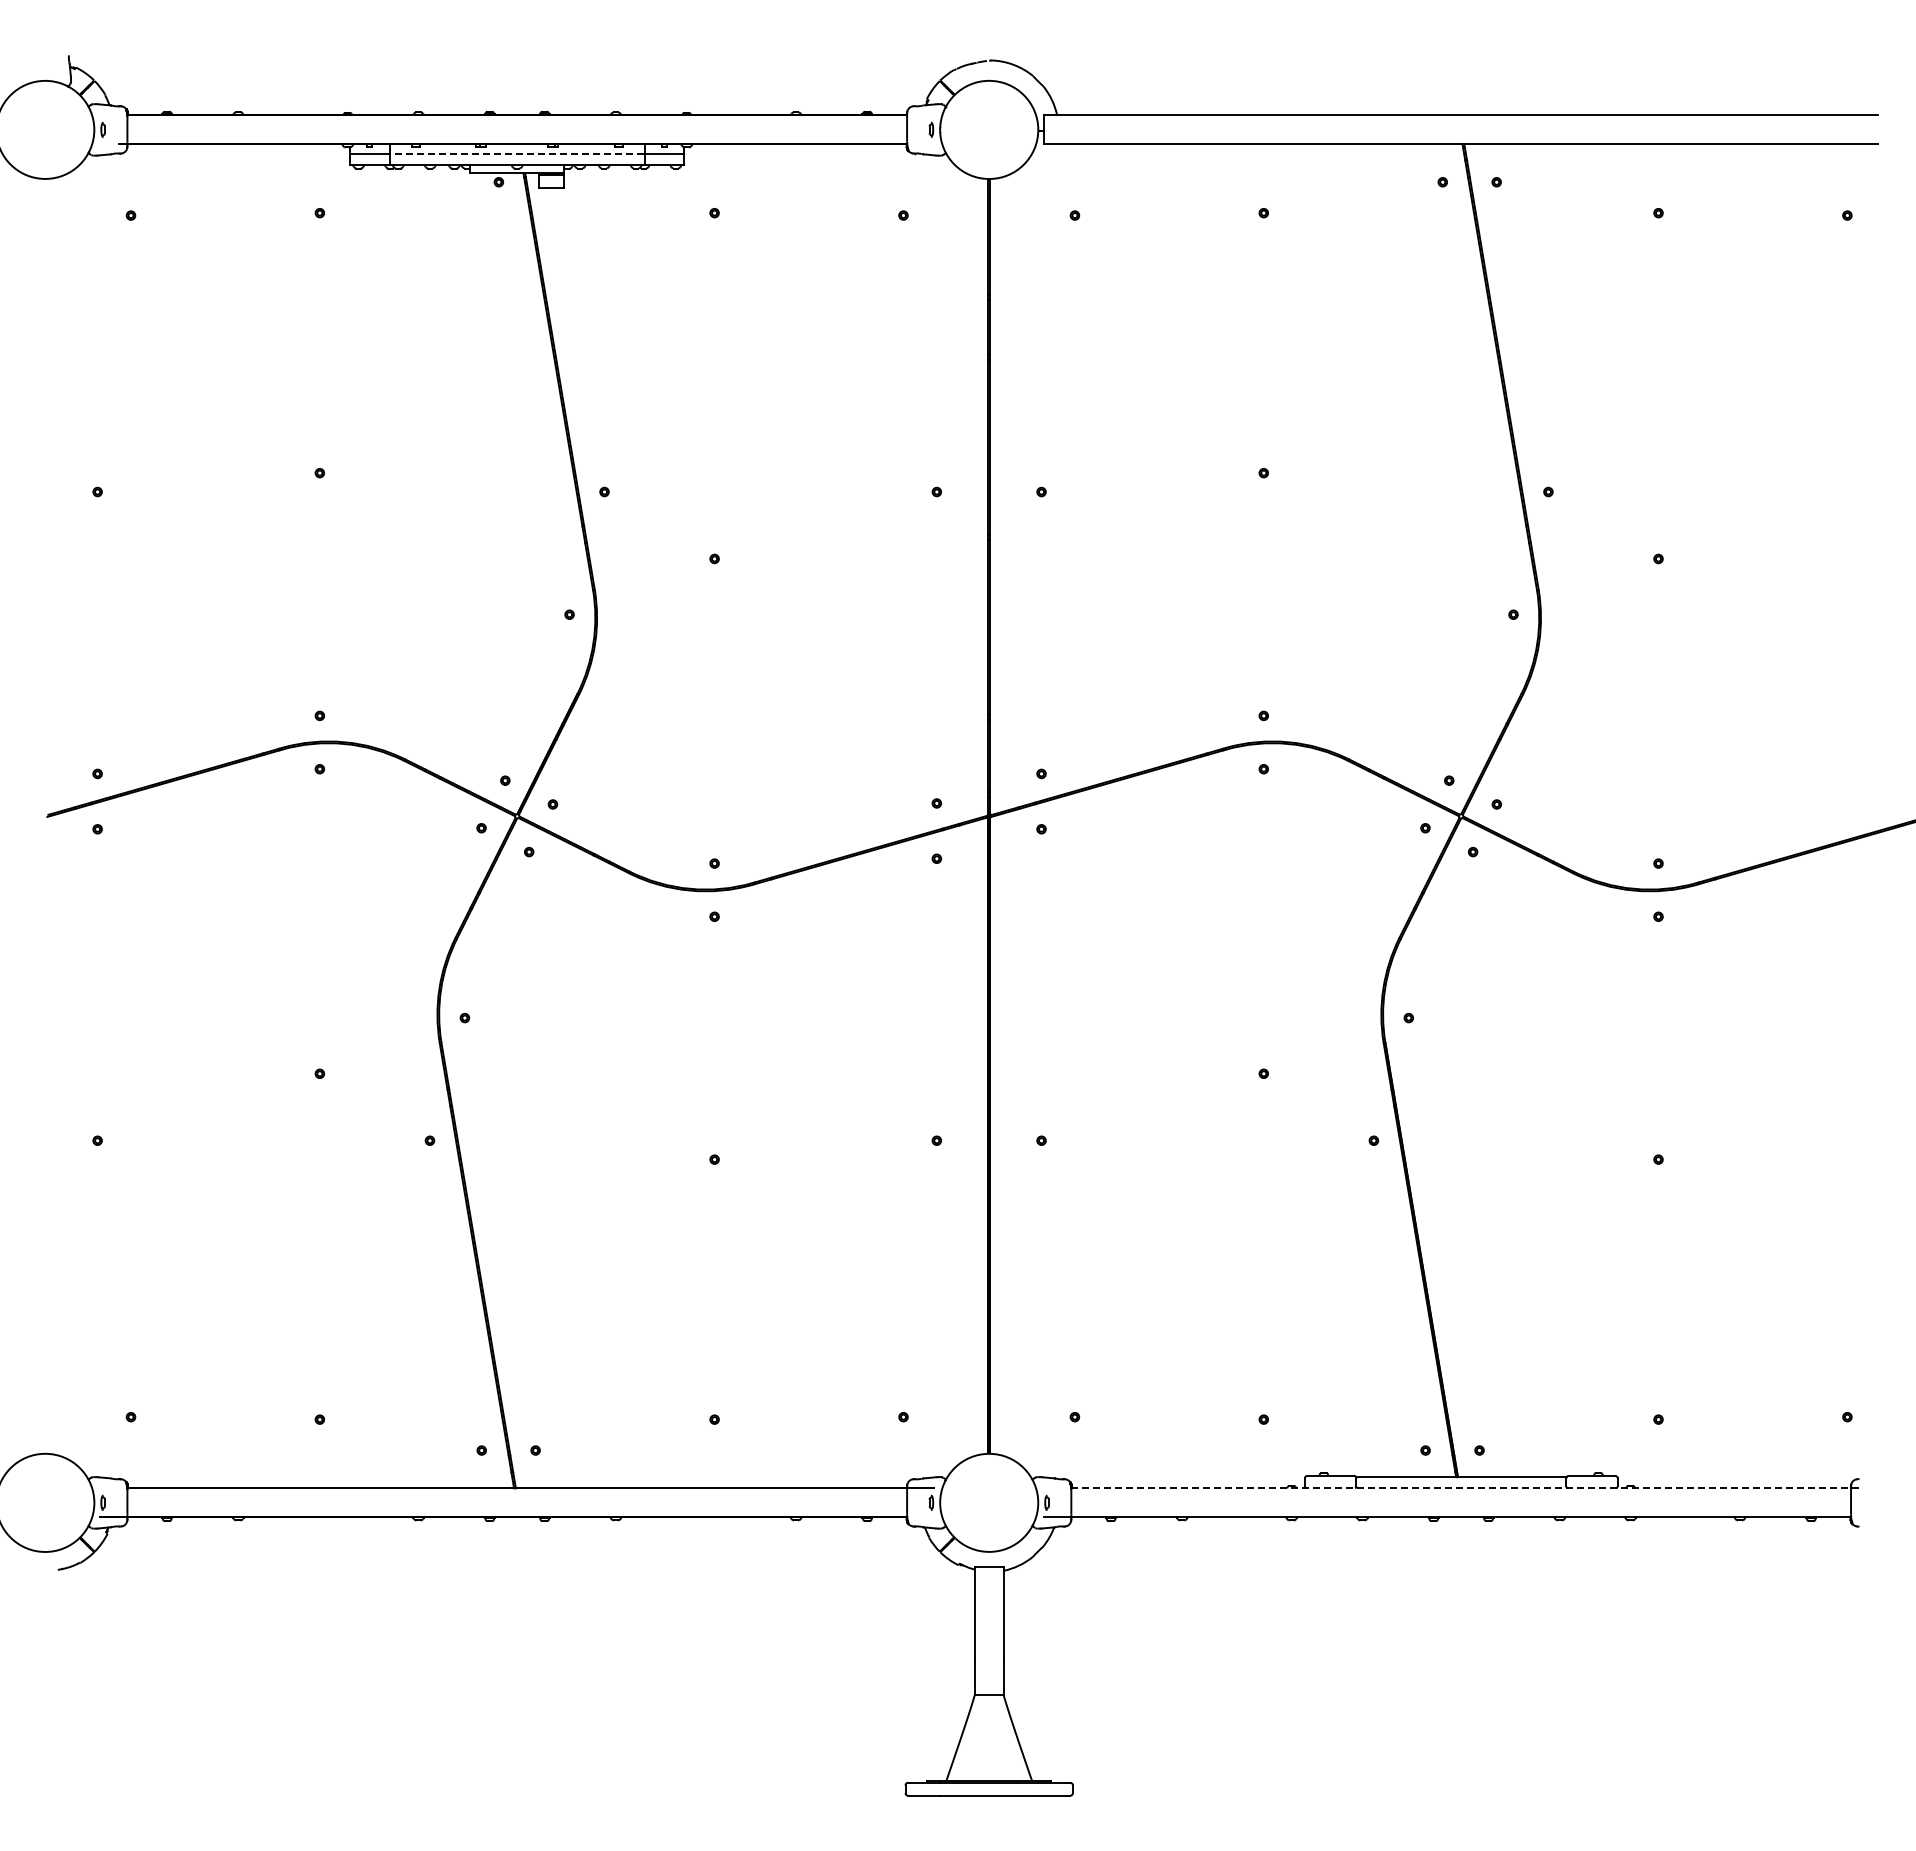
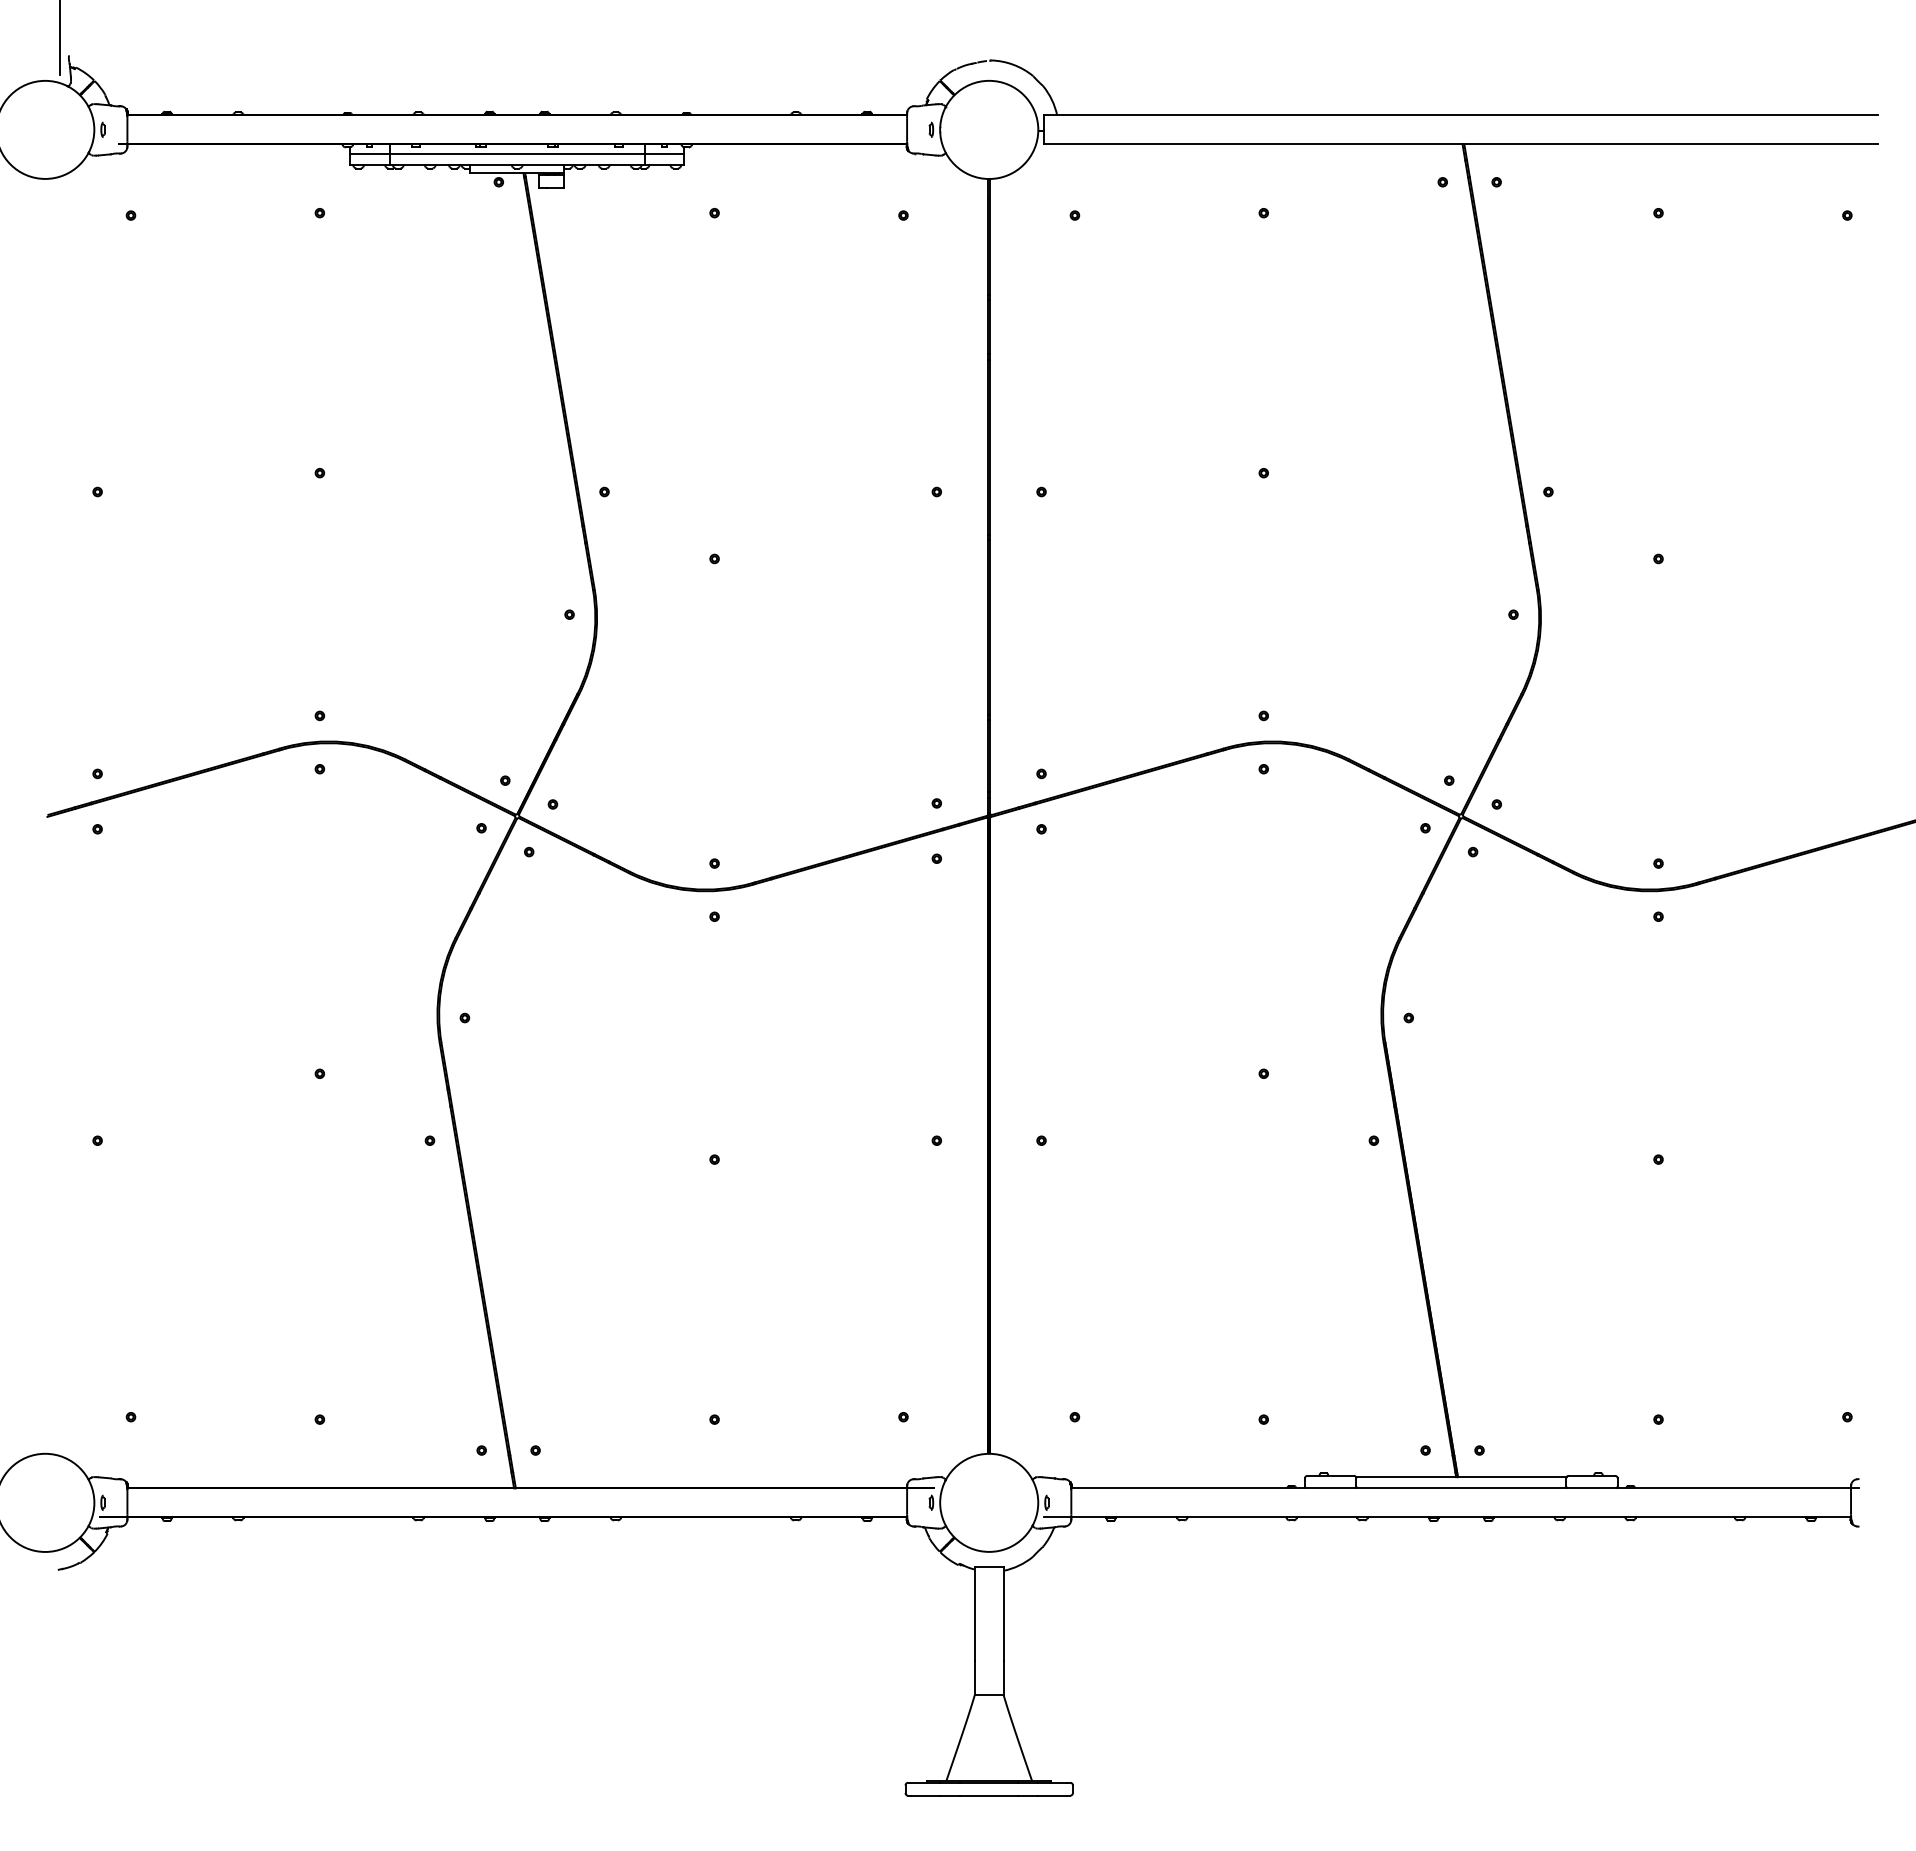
line at (59, 38): none -> present
line at (516, 153): dashed -> solid
line at (1465, 1488): dashed -> solid
